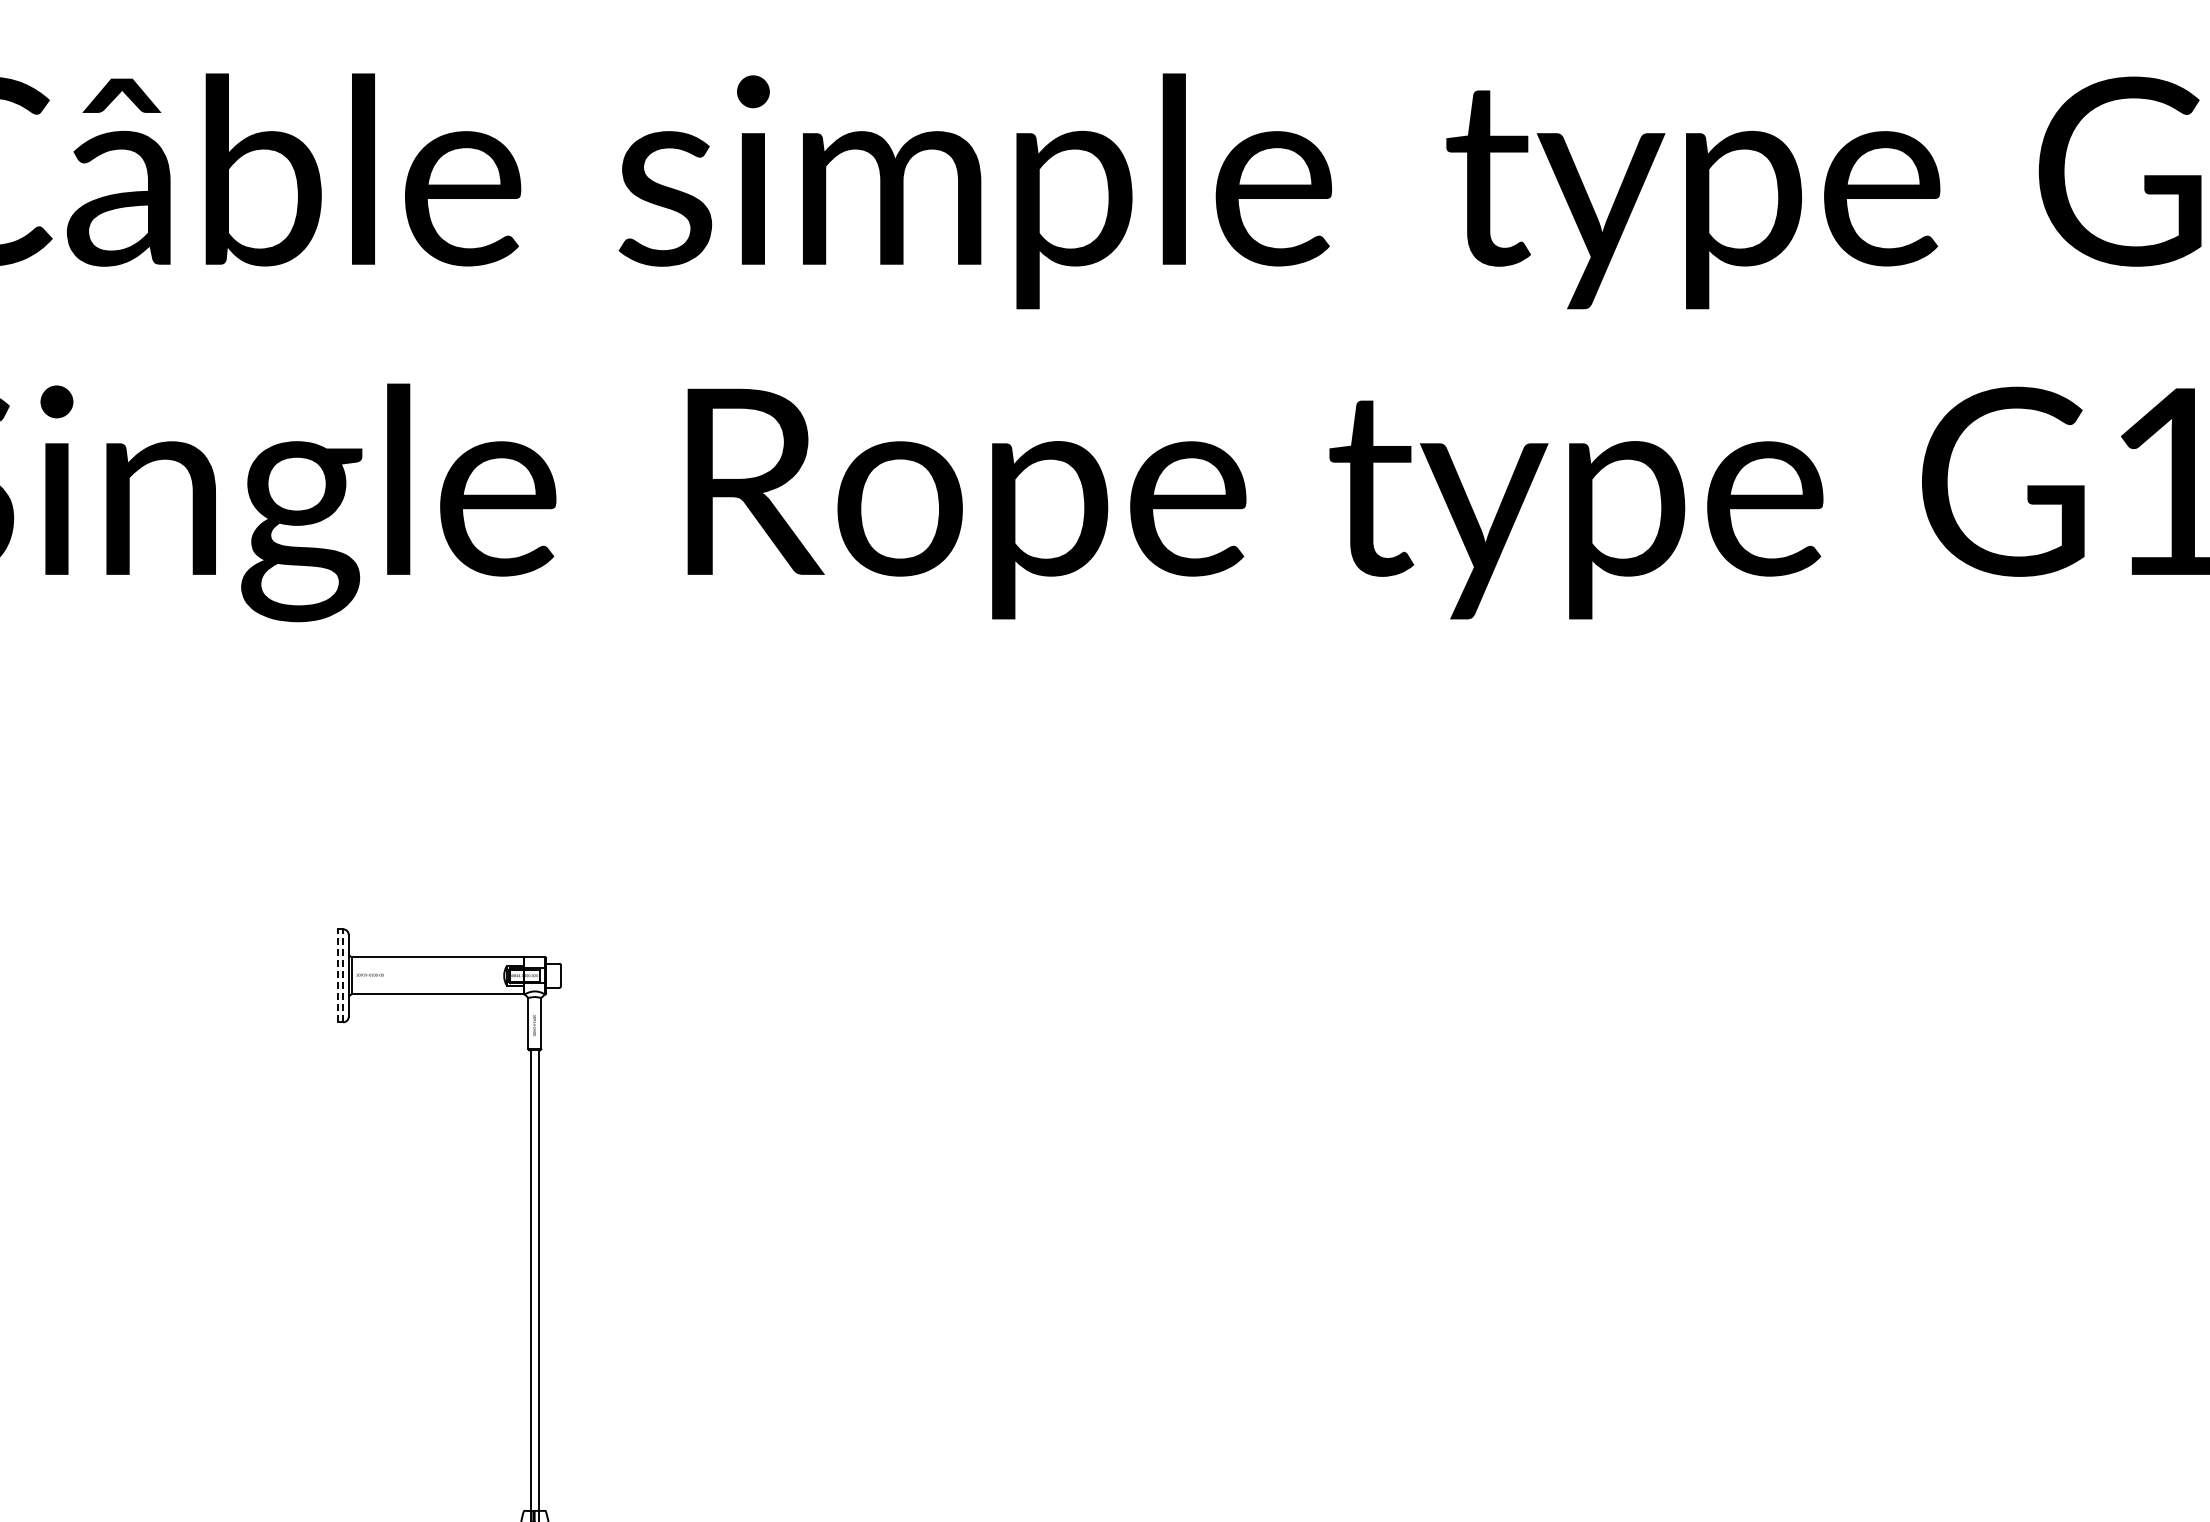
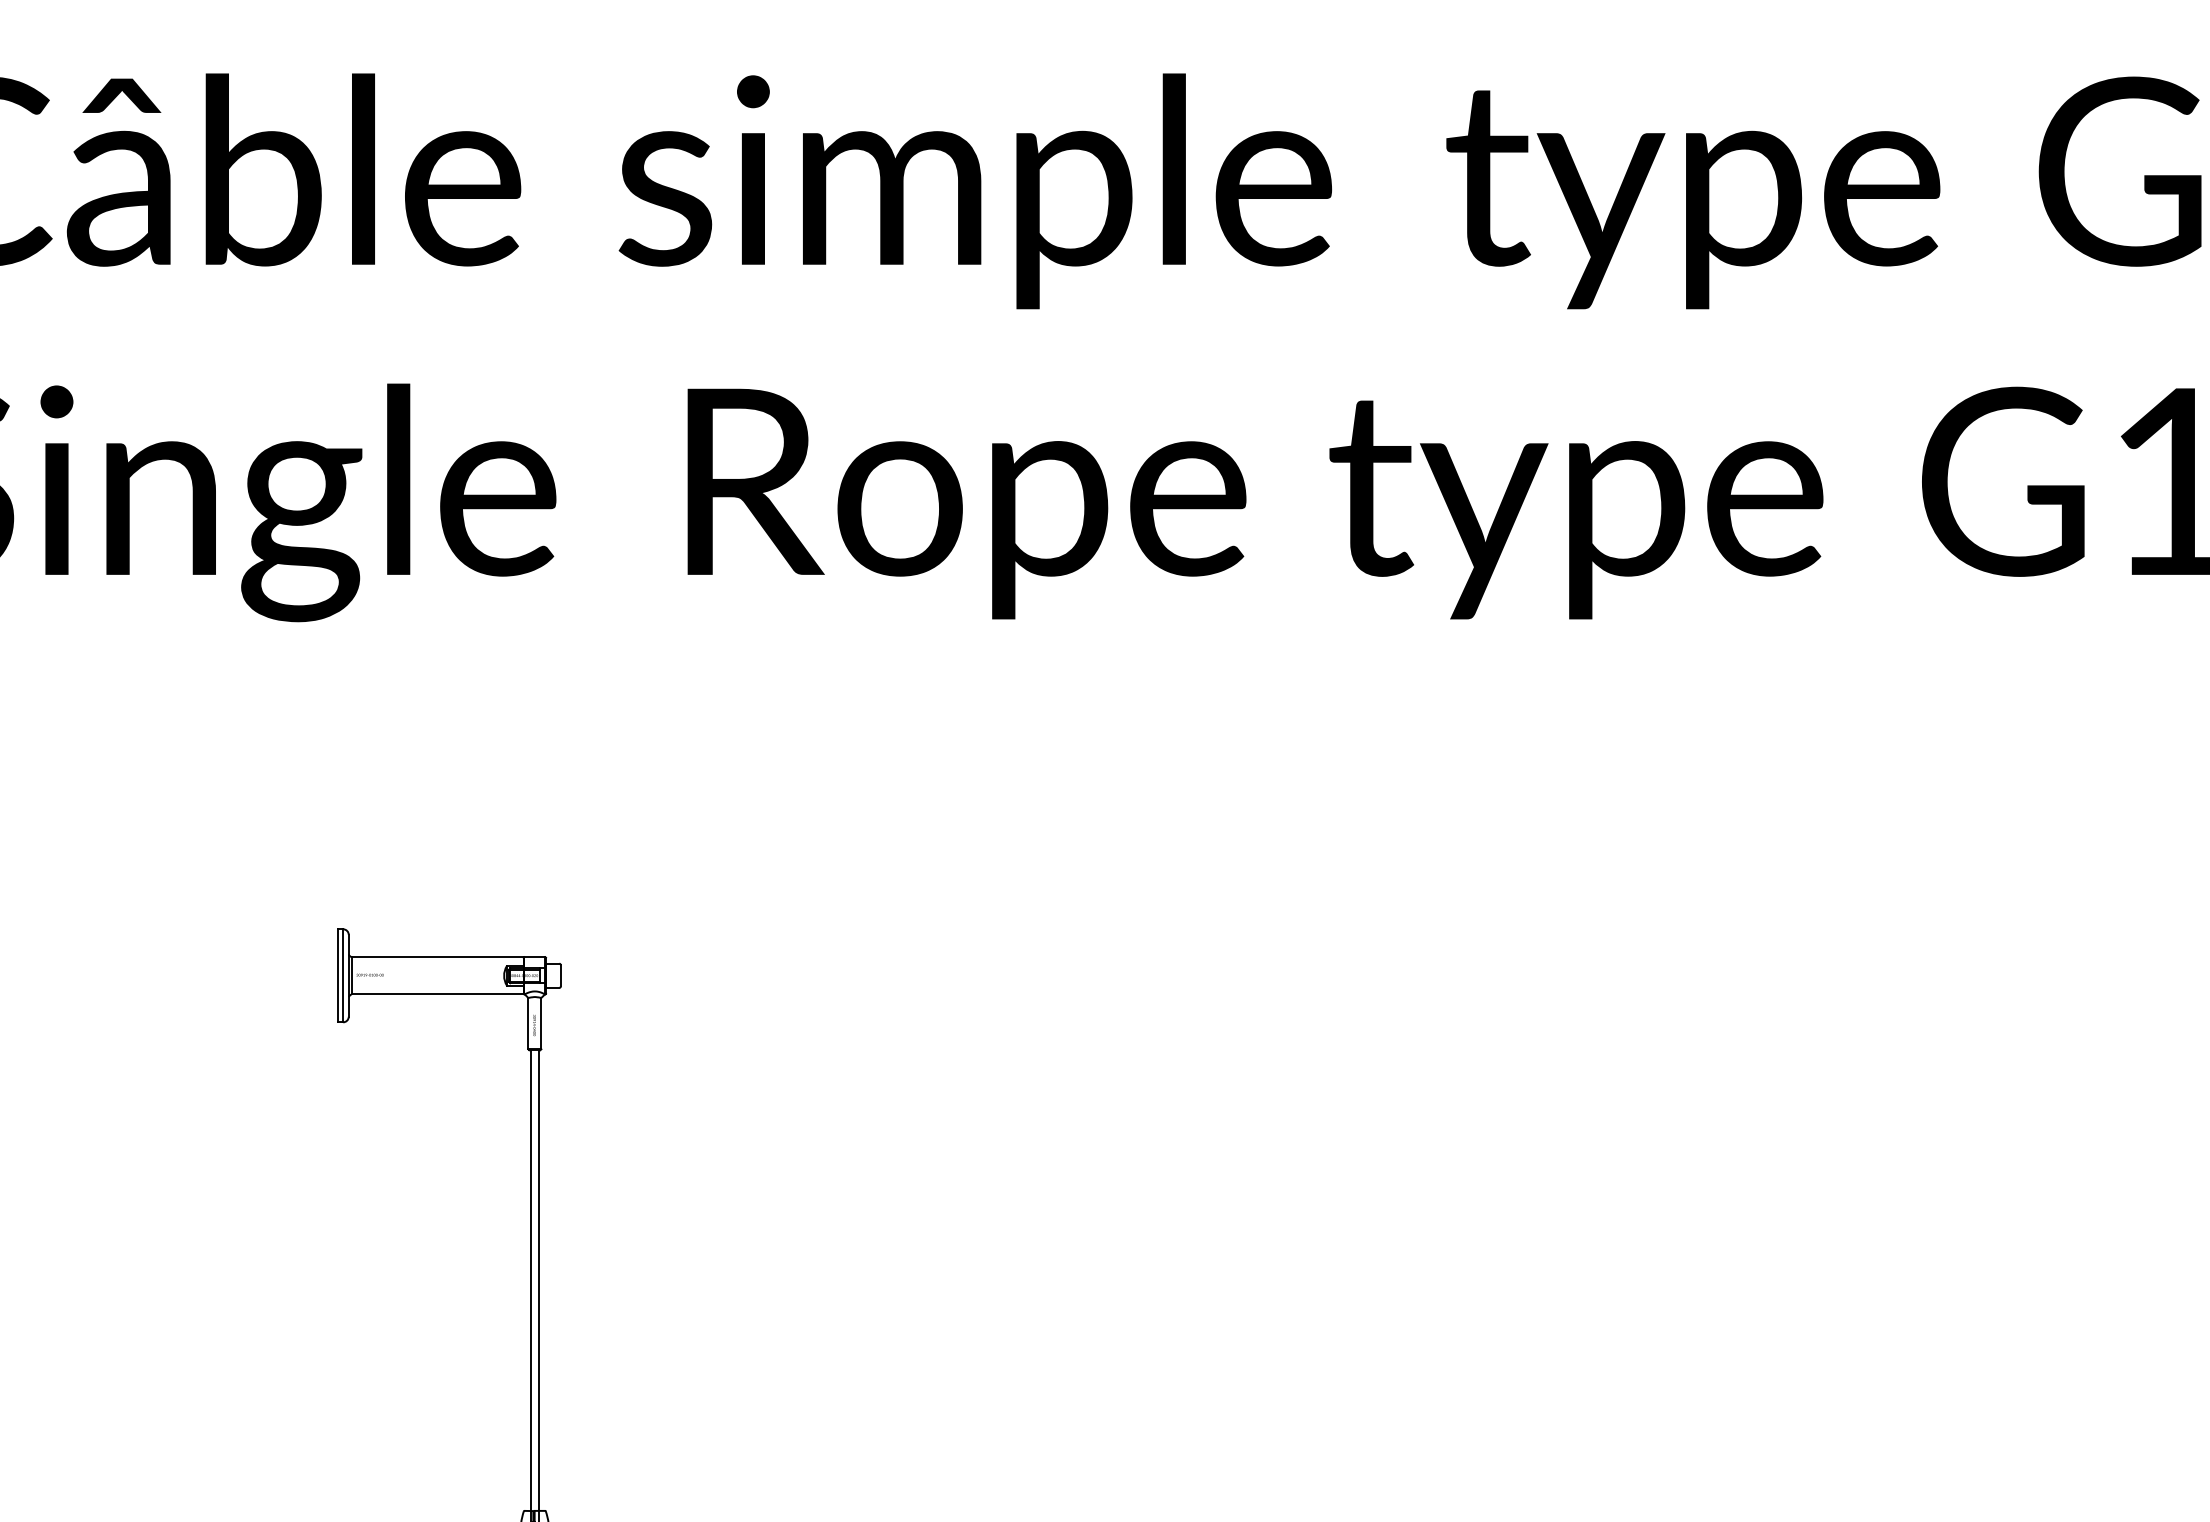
line at (337, 975): dashed -> solid
line at (343, 975): dashed -> solid
